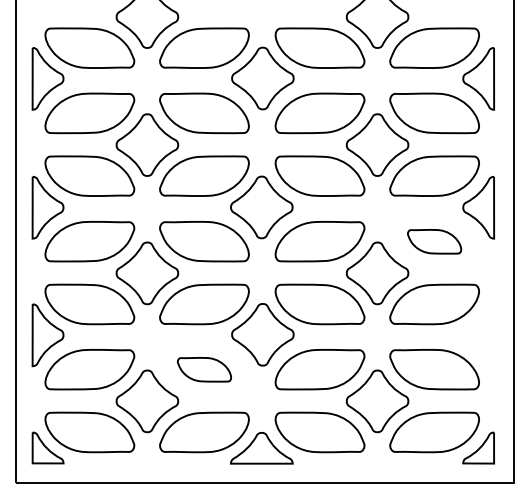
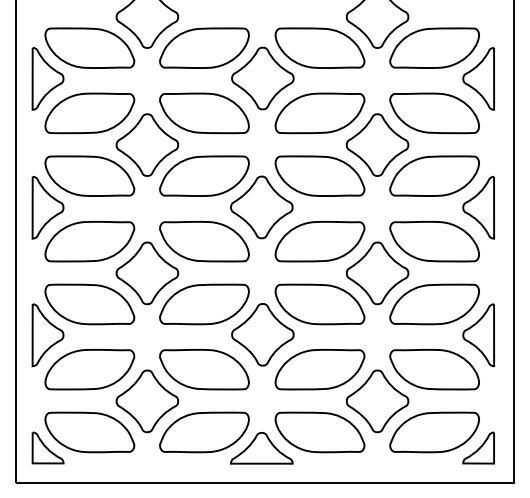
part at (434, 241) size: 56x26 px -> 91x42 px
part at (478, 335): none -> present
part at (204, 369) size: 56x26 px -> 91x42 px
